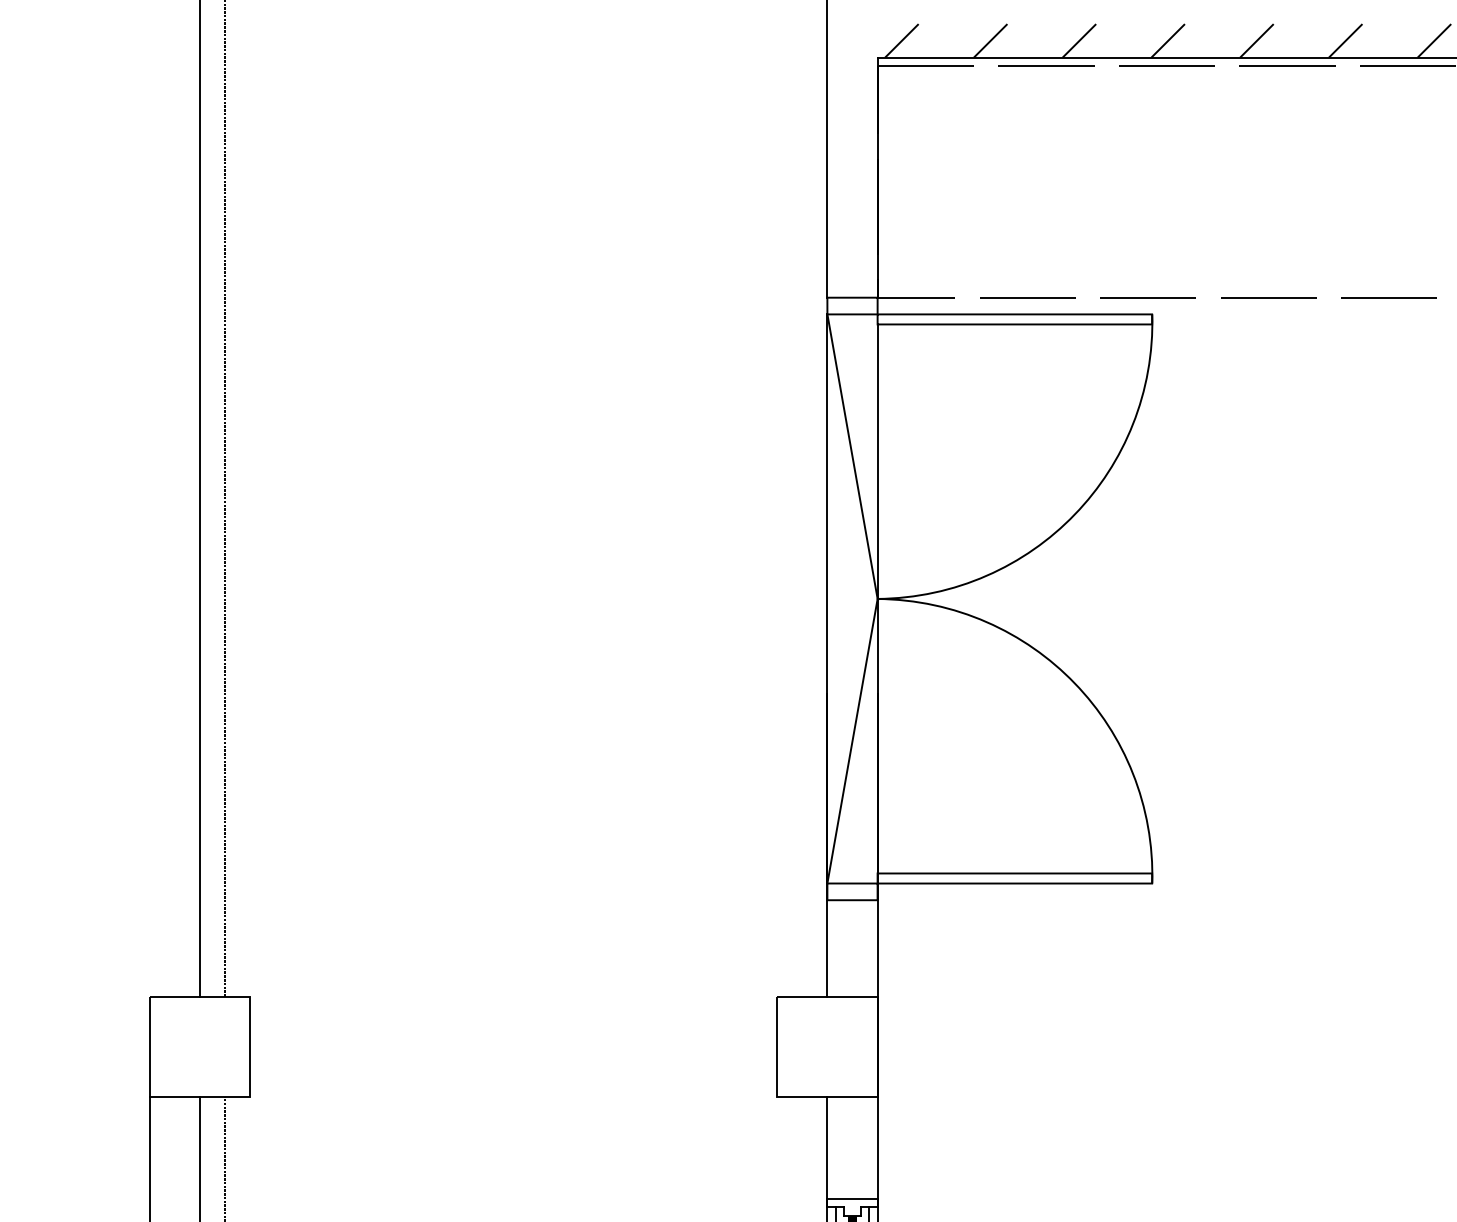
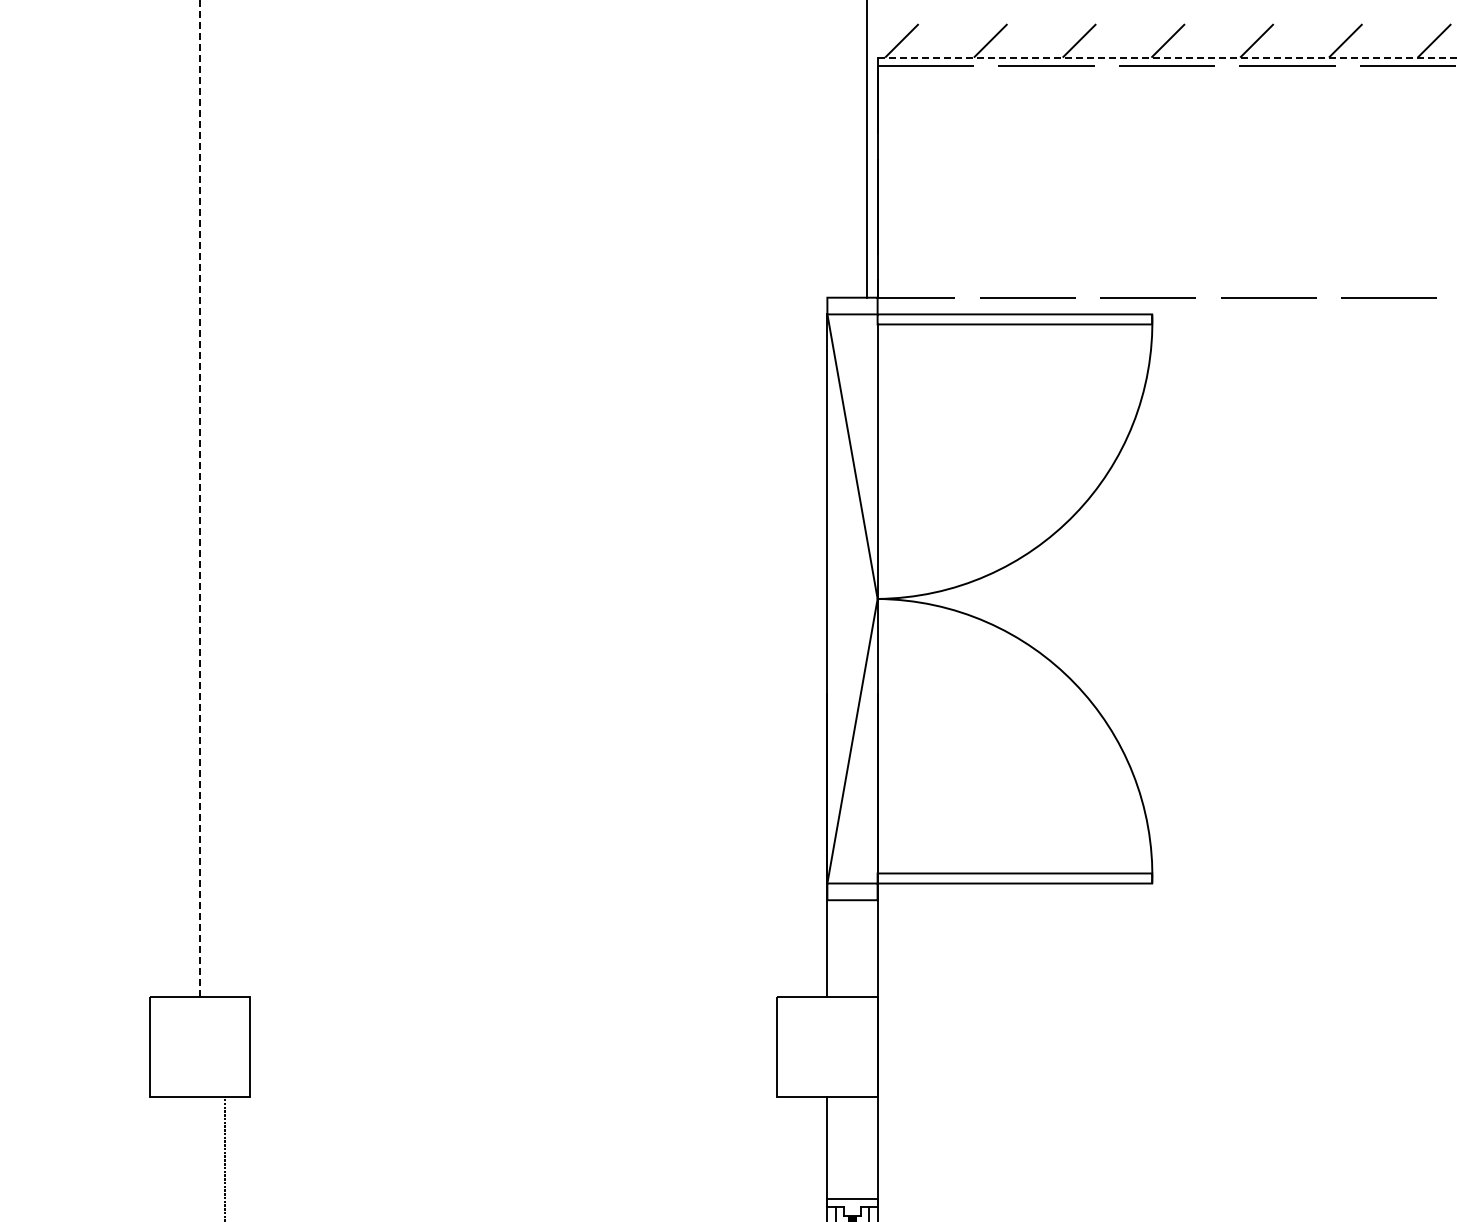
line at (1167, 57): solid -> dashed
line at (827, 149) position: (827, 149) -> (867, 149)
line at (199, 497): solid -> dashed
line at (224, 499): present -> none
line at (149, 1157): present -> none
line at (199, 1157): present -> none
